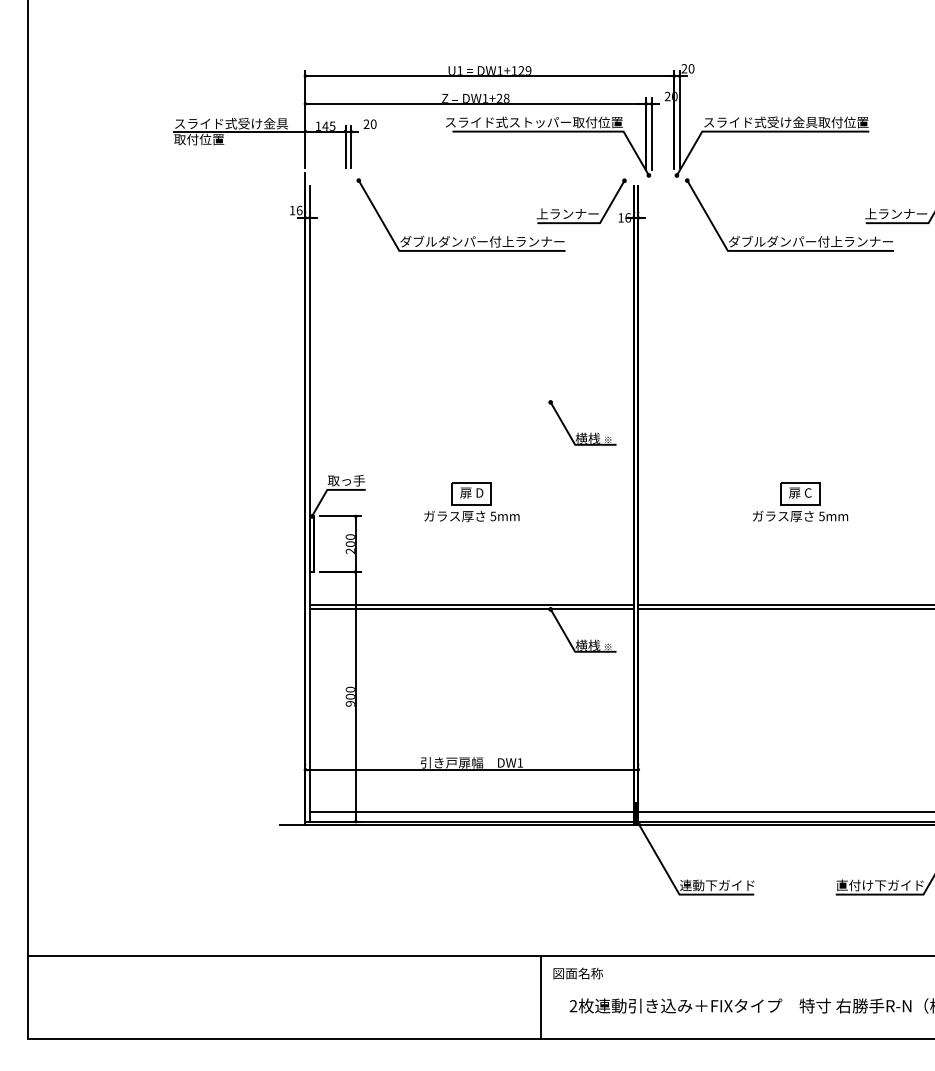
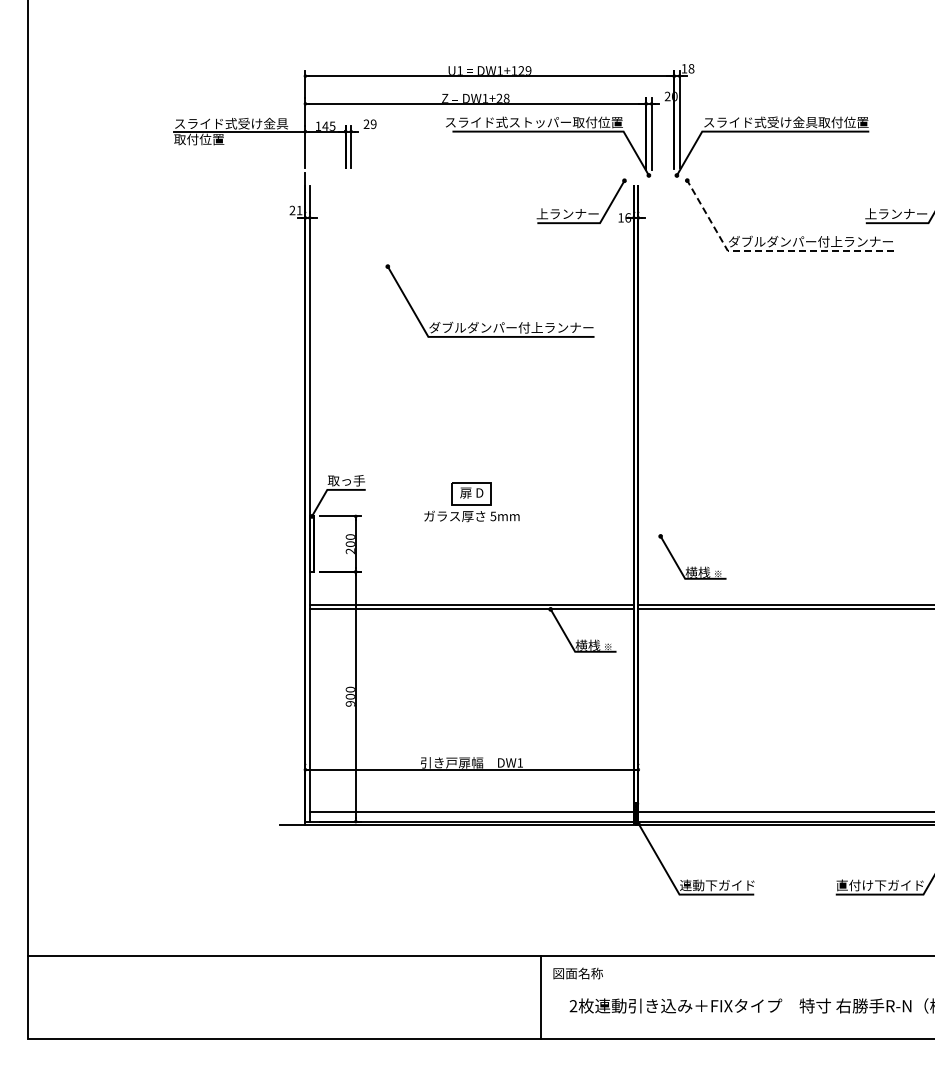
text at (687, 68): 20 -> 18
text at (373, 123): 20 -> 29
text at (295, 210): 16 -> 21
part at (454, 237) position: (454, 237) -> (483, 323)
line at (769, 250): solid -> dashed
part at (582, 432) position: (582, 432) -> (692, 566)
part at (800, 502): present -> none
